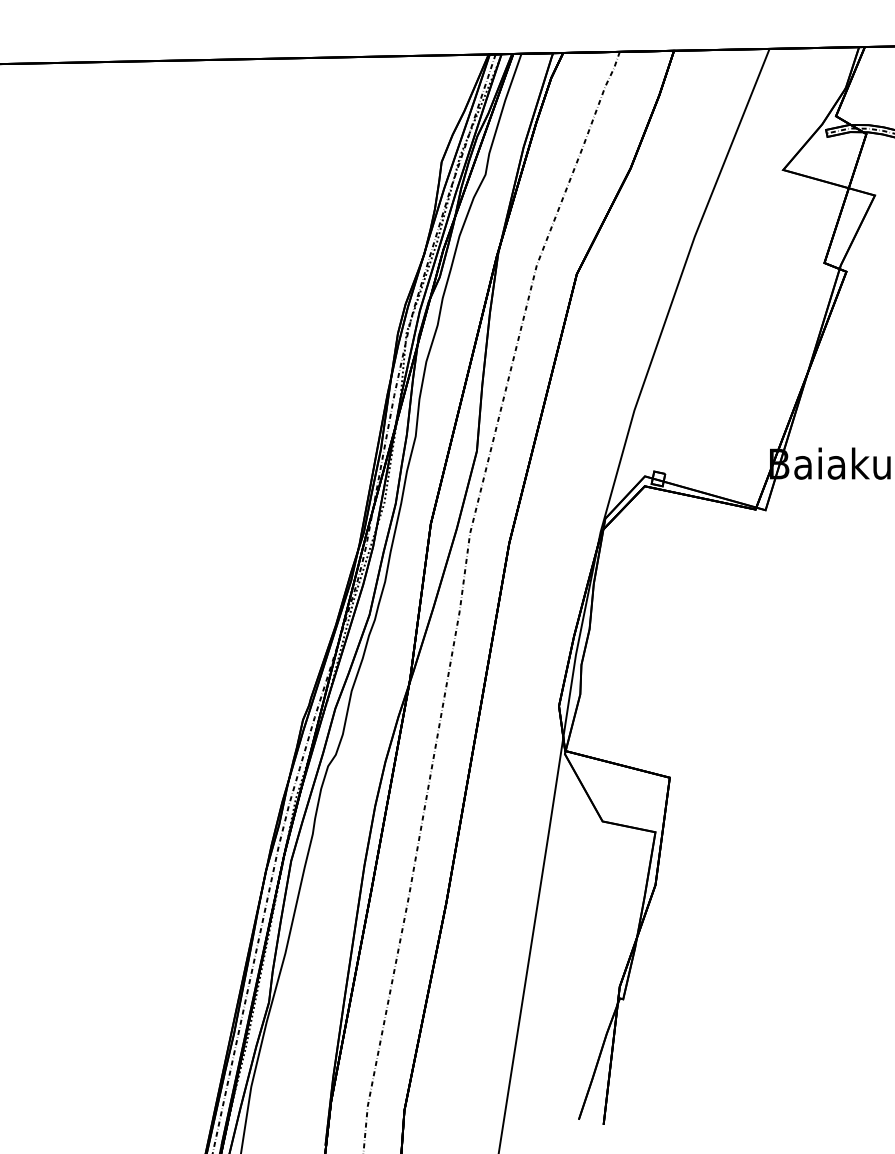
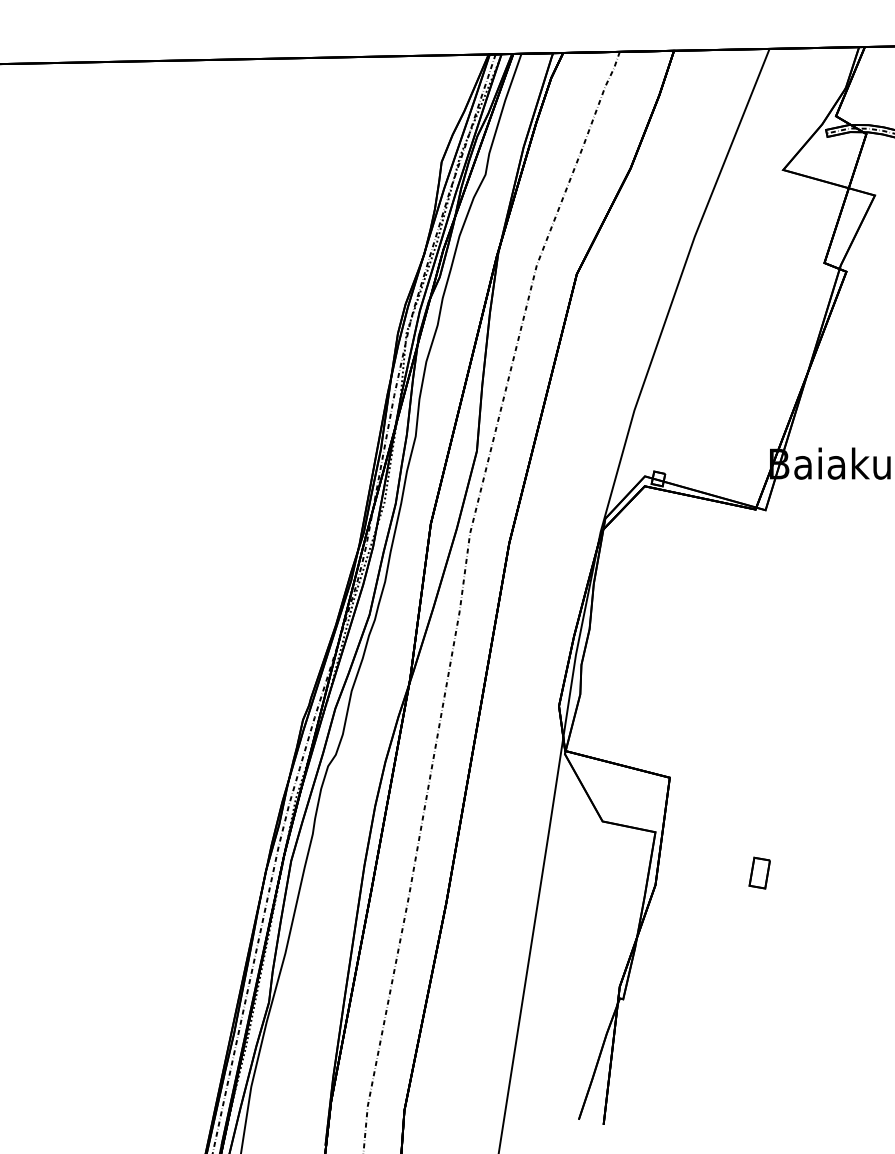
part at (759, 872): none -> present
